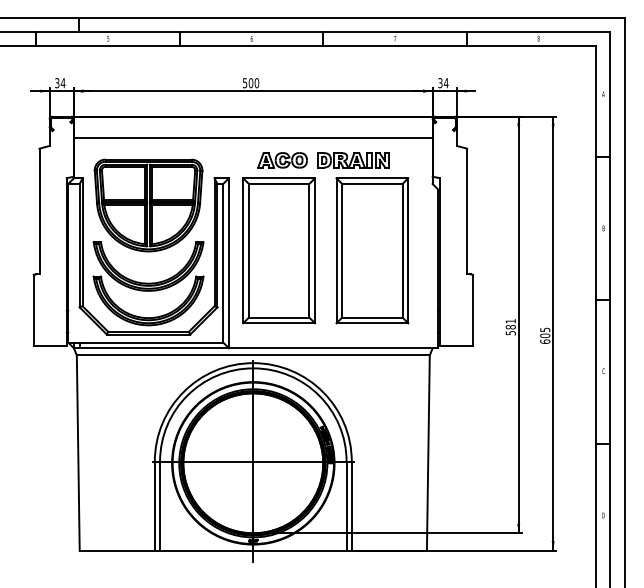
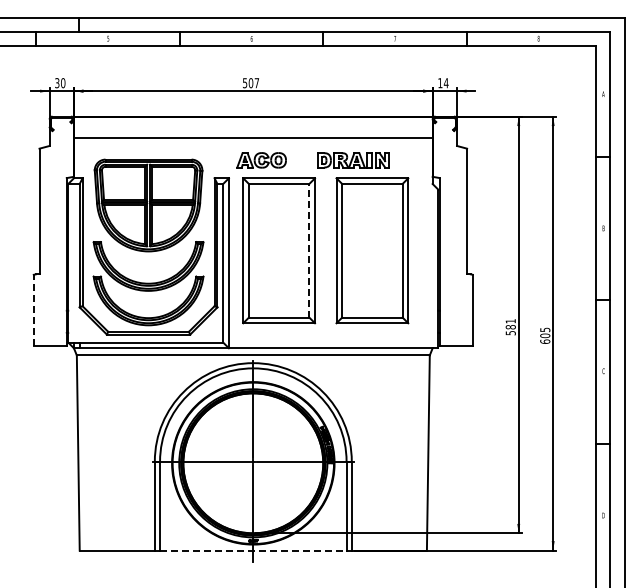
text at (62, 83): 34 -> 30
text at (256, 83): 500 -> 507
text at (440, 83): 34 -> 14
part at (282, 160) position: (282, 160) -> (261, 160)
line at (309, 250): solid -> dashed
line at (33, 310): solid -> dashed
line at (253, 550): solid -> dashed
